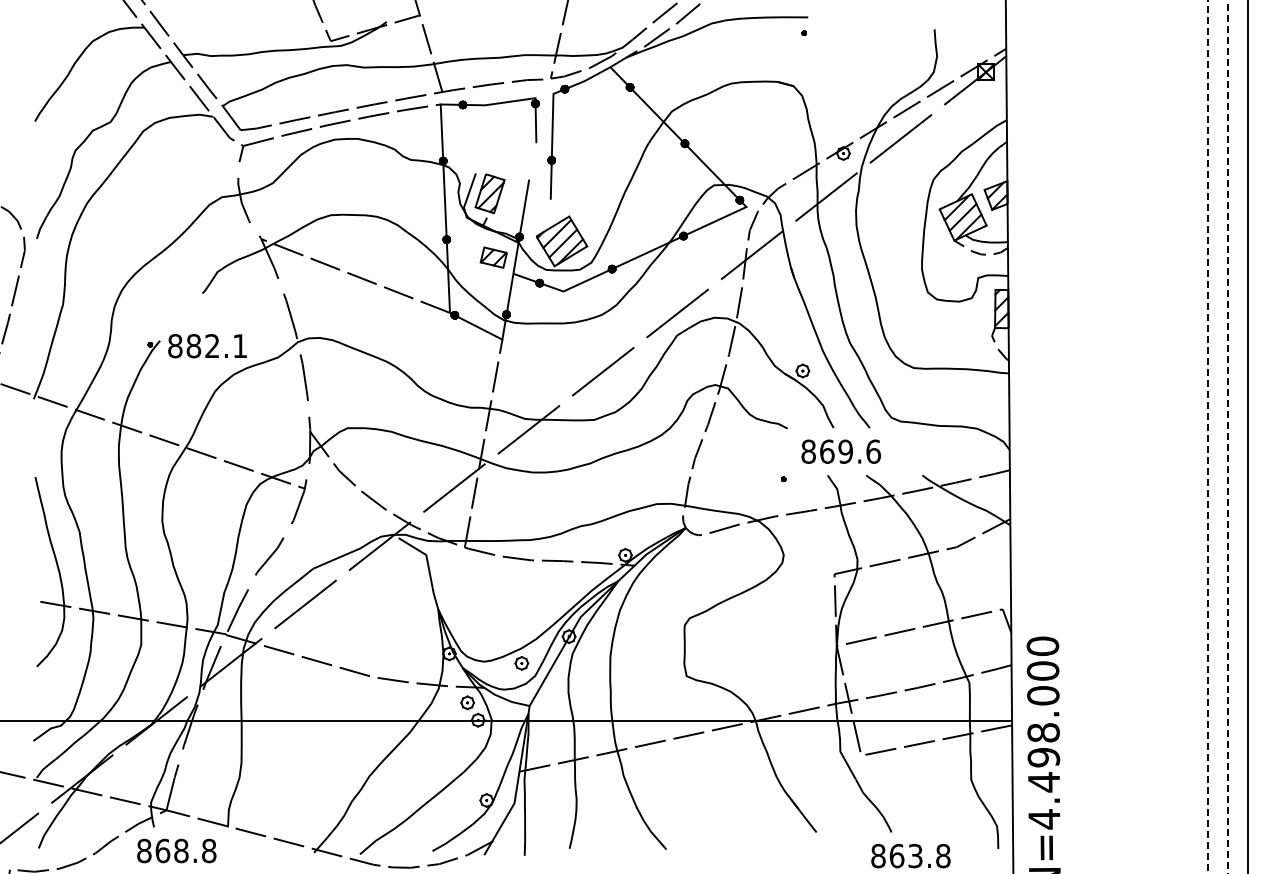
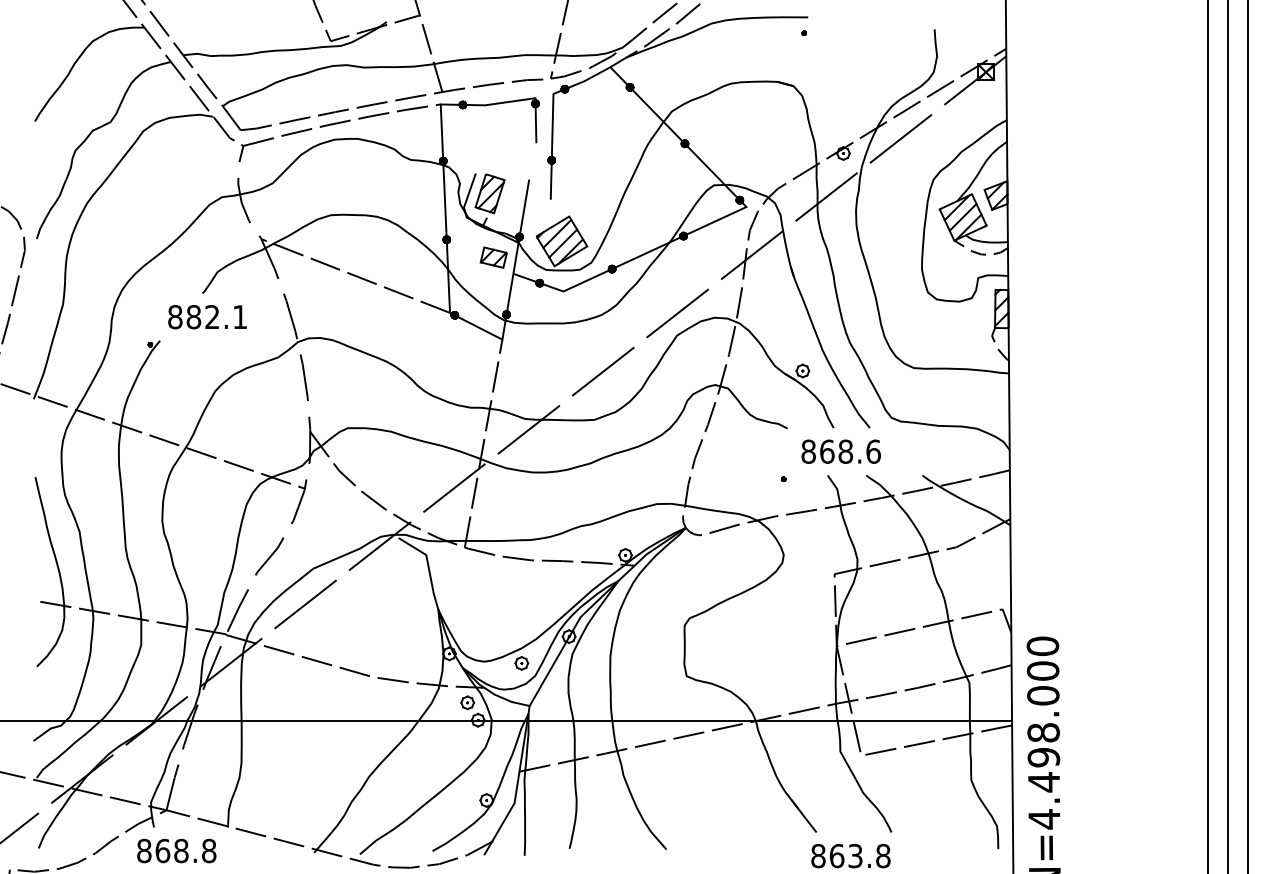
text at (207, 346) position: (207, 346) -> (207, 317)
line at (1208, 437): dashed -> solid
line at (1228, 437): dashed -> solid
text at (845, 451): 869.6 -> 868.6
text at (910, 856) position: (910, 856) -> (850, 856)
